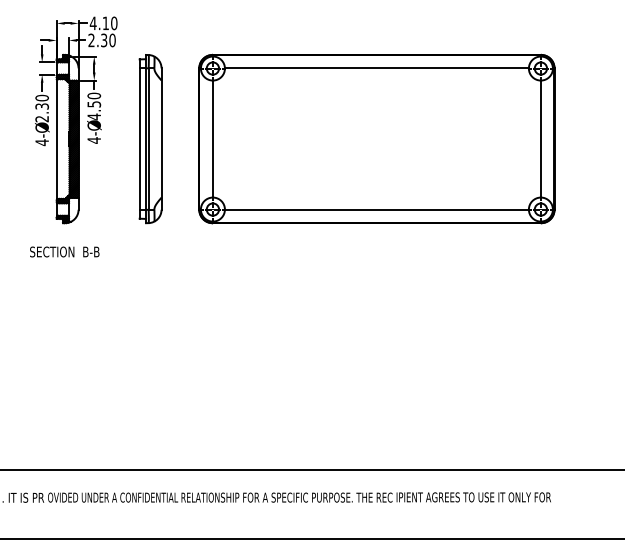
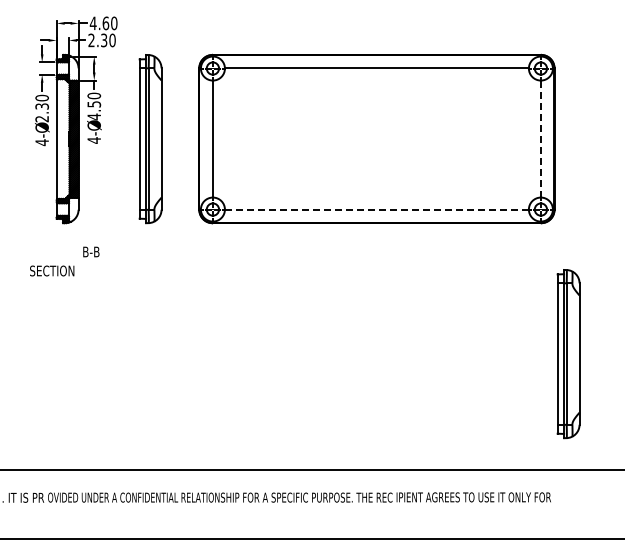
text at (105, 23): 4.10 -> 4.60
line at (541, 138): solid -> dashed
line at (376, 209): solid -> dashed
text at (52, 251) position: (52, 251) -> (52, 270)
part at (568, 354): none -> present
